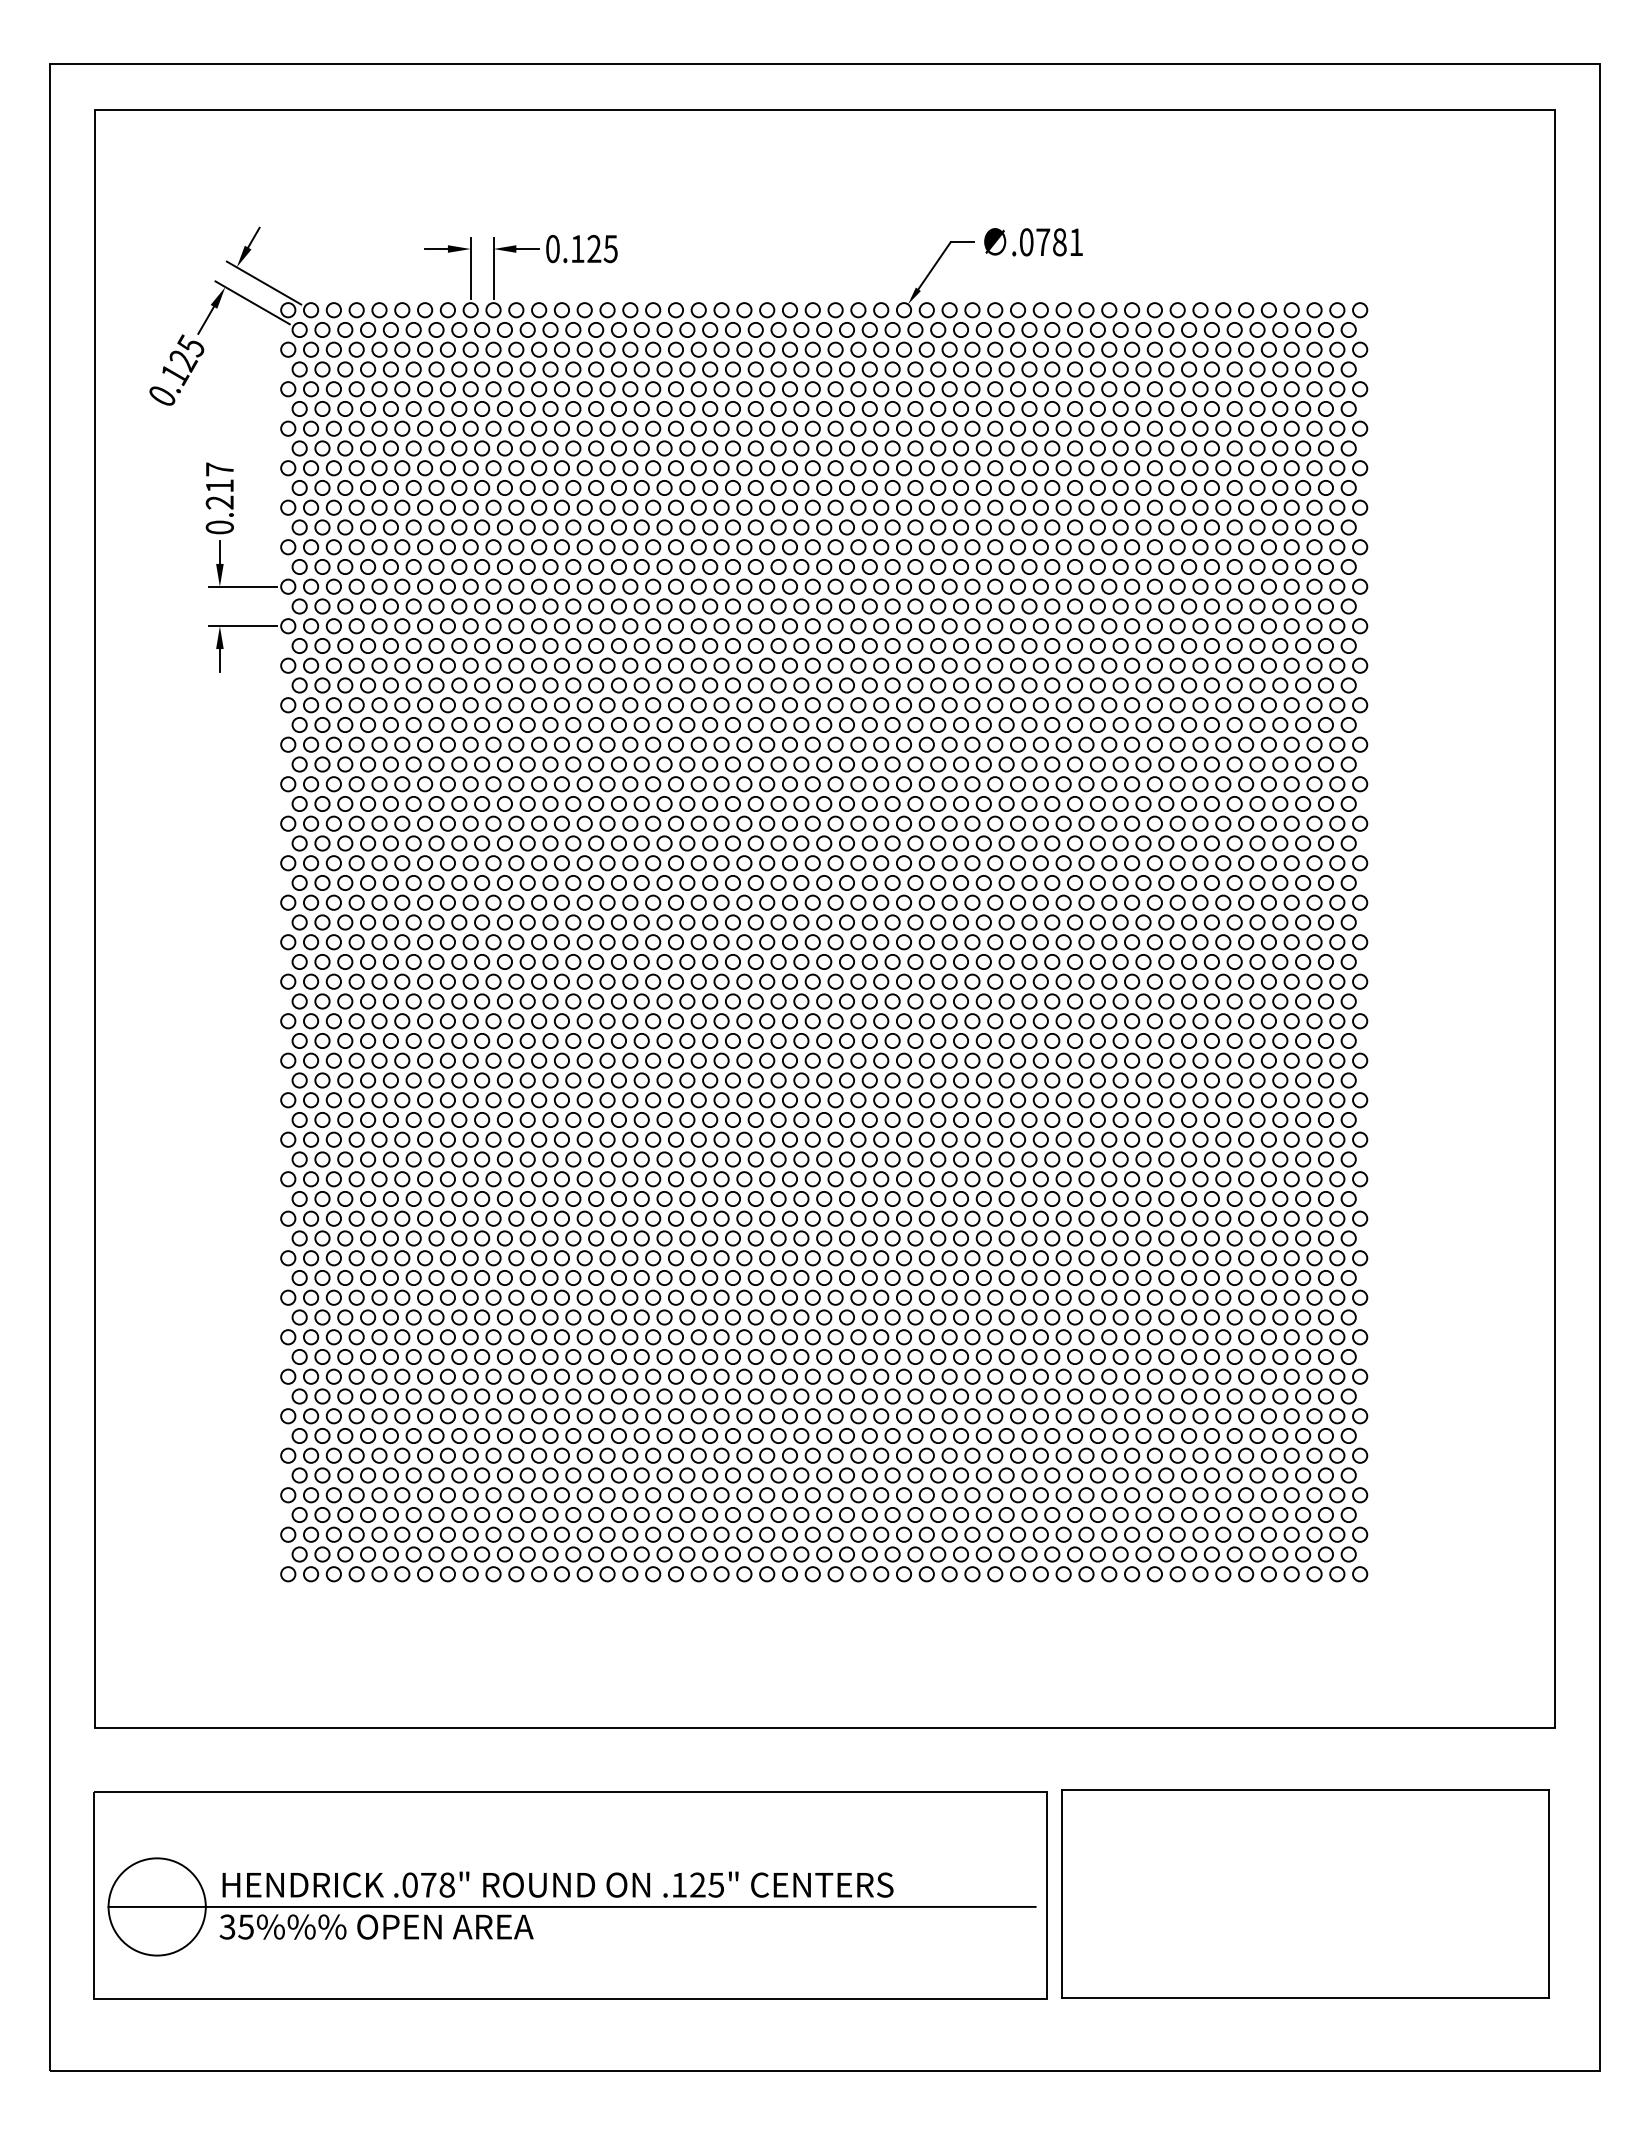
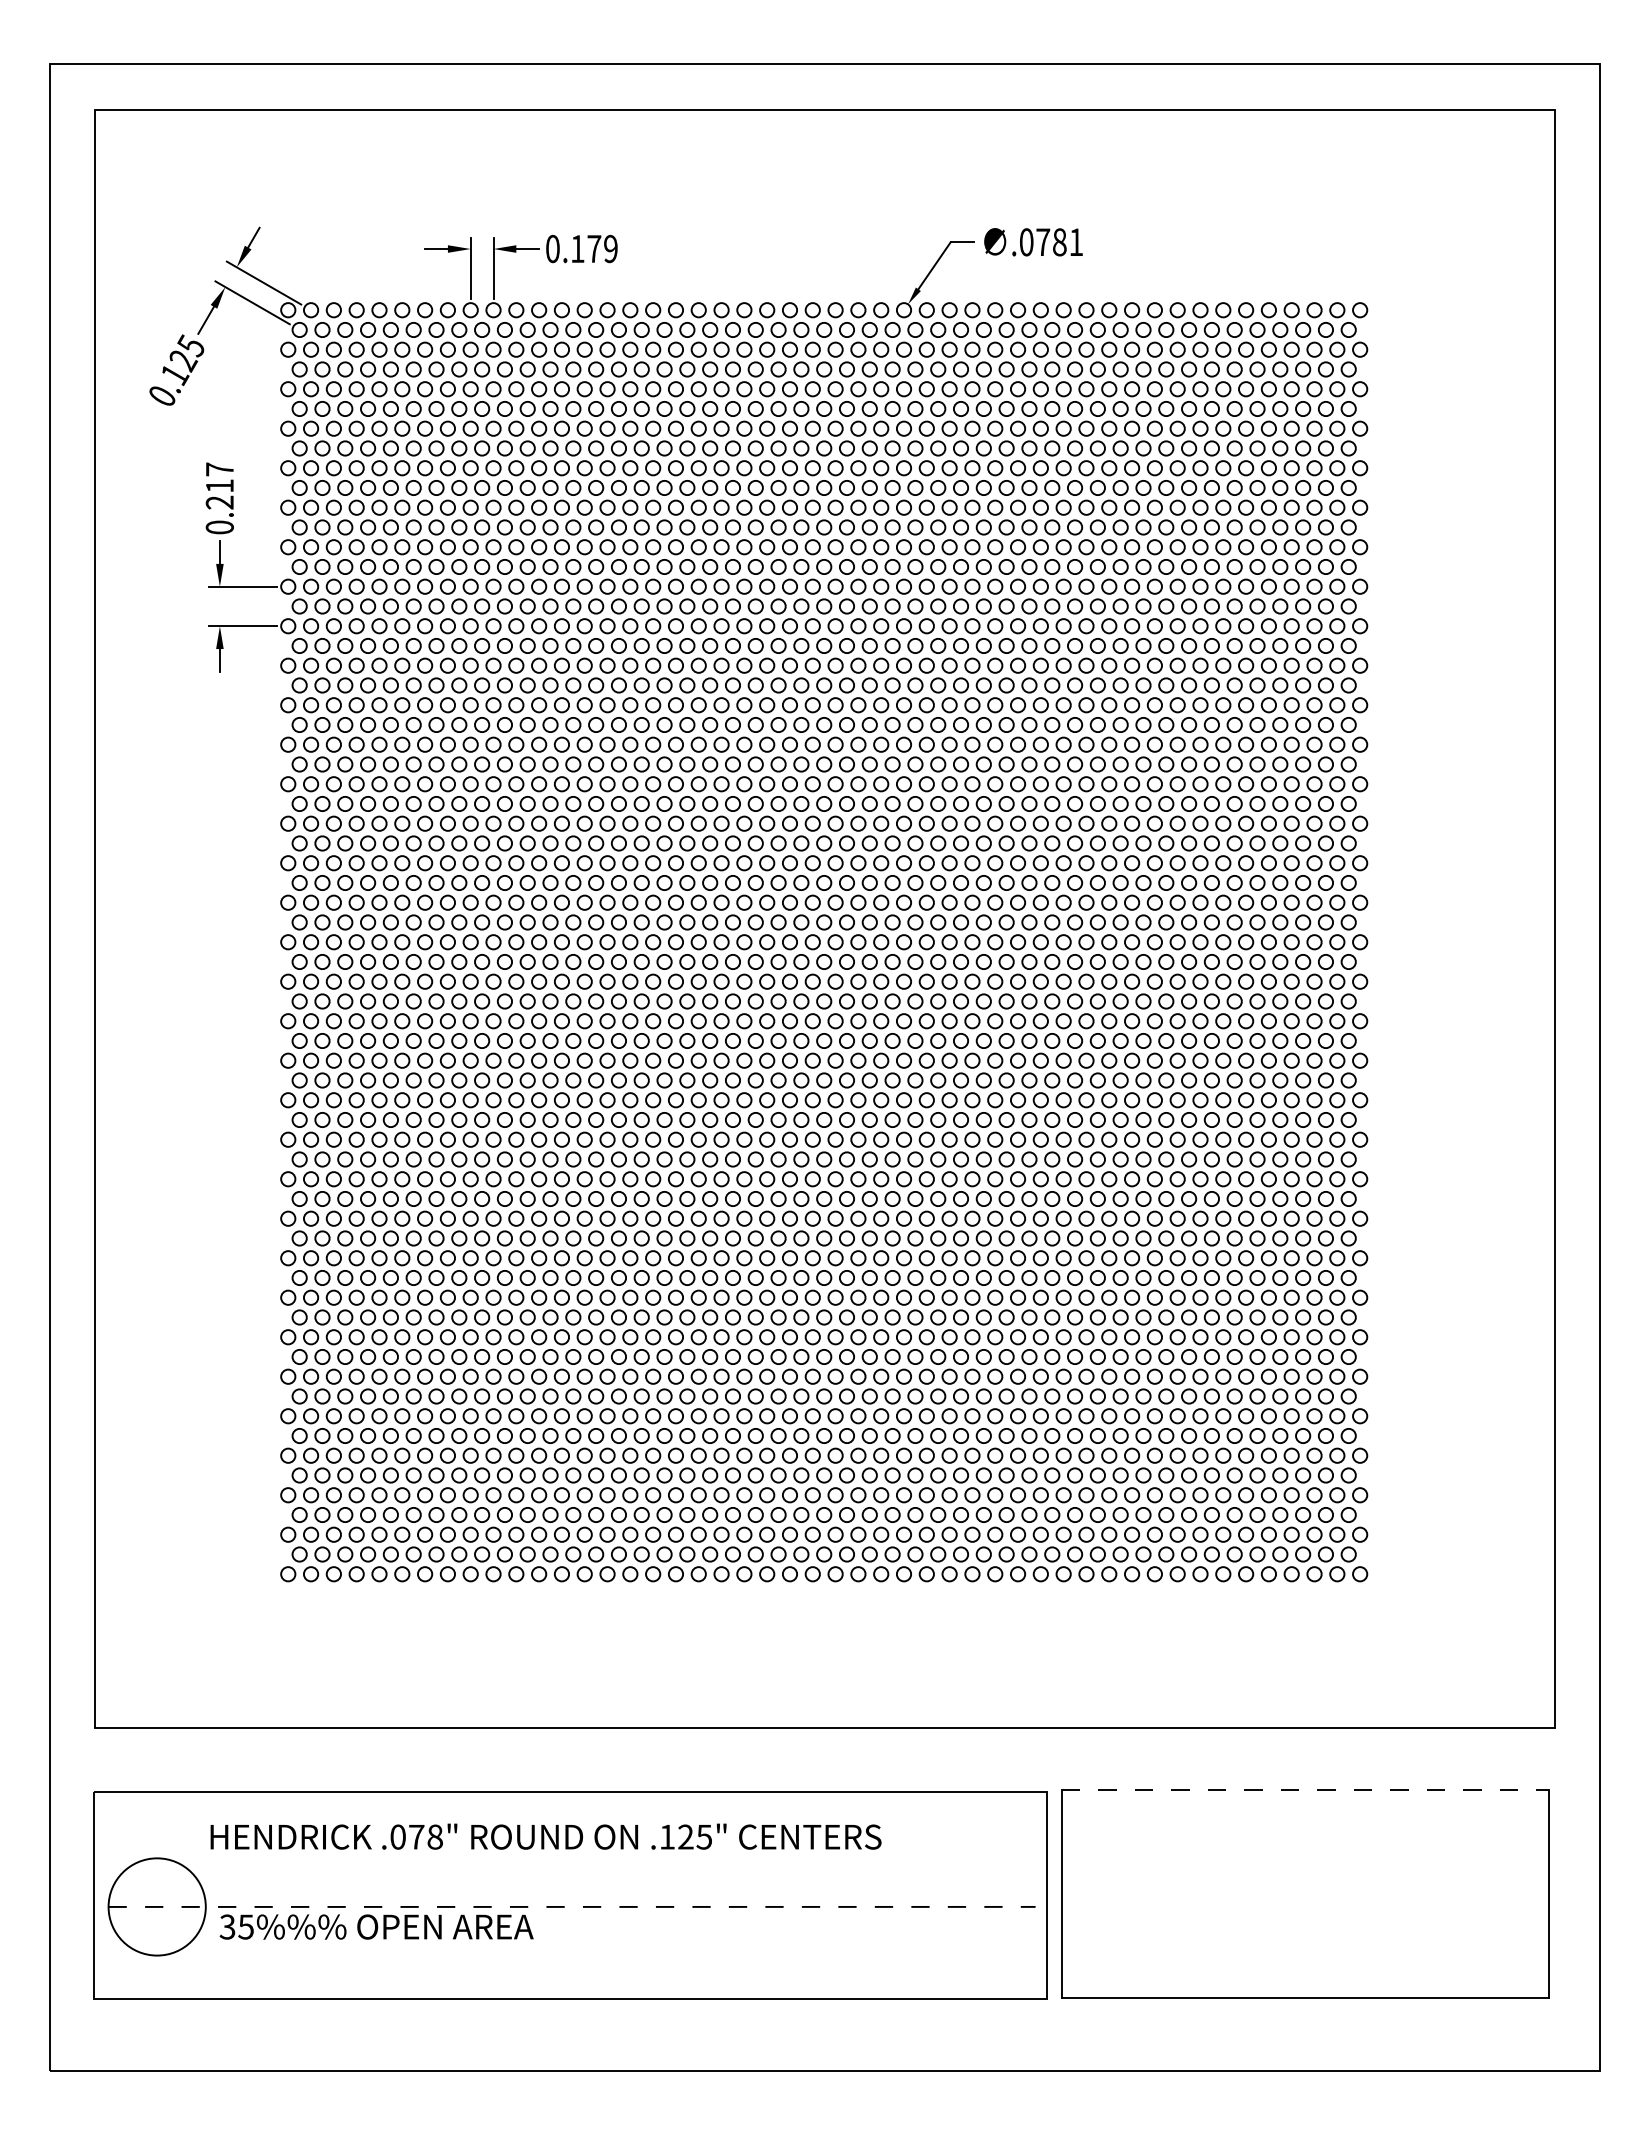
text at (602, 248): 0.125 -> 0.179
line at (1305, 1789): solid -> dashed
text at (557, 1884) position: (557, 1884) -> (545, 1836)
line at (572, 1906): solid -> dashed
